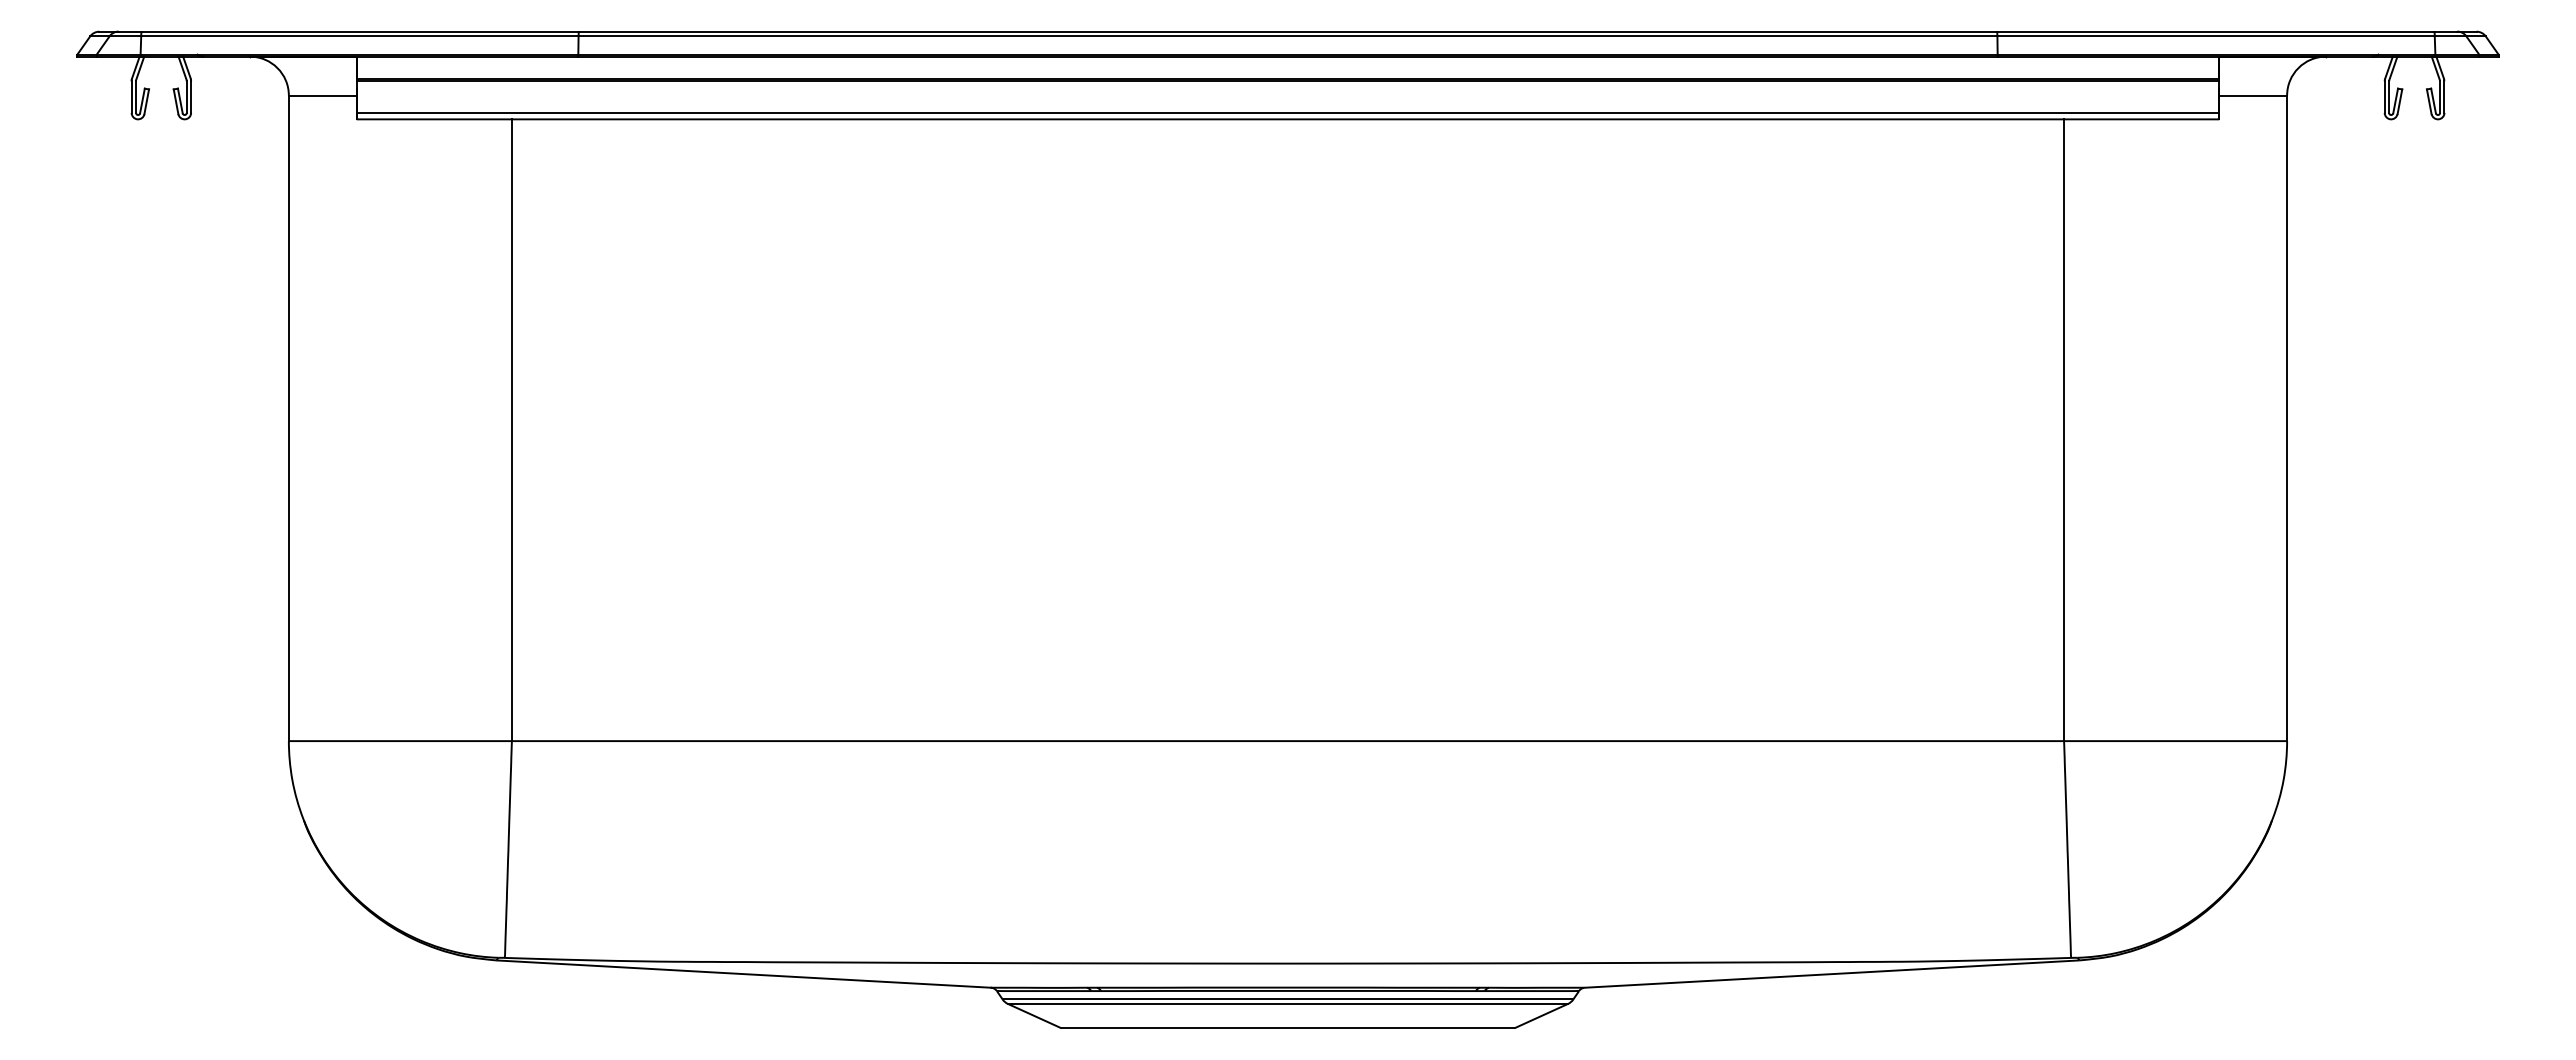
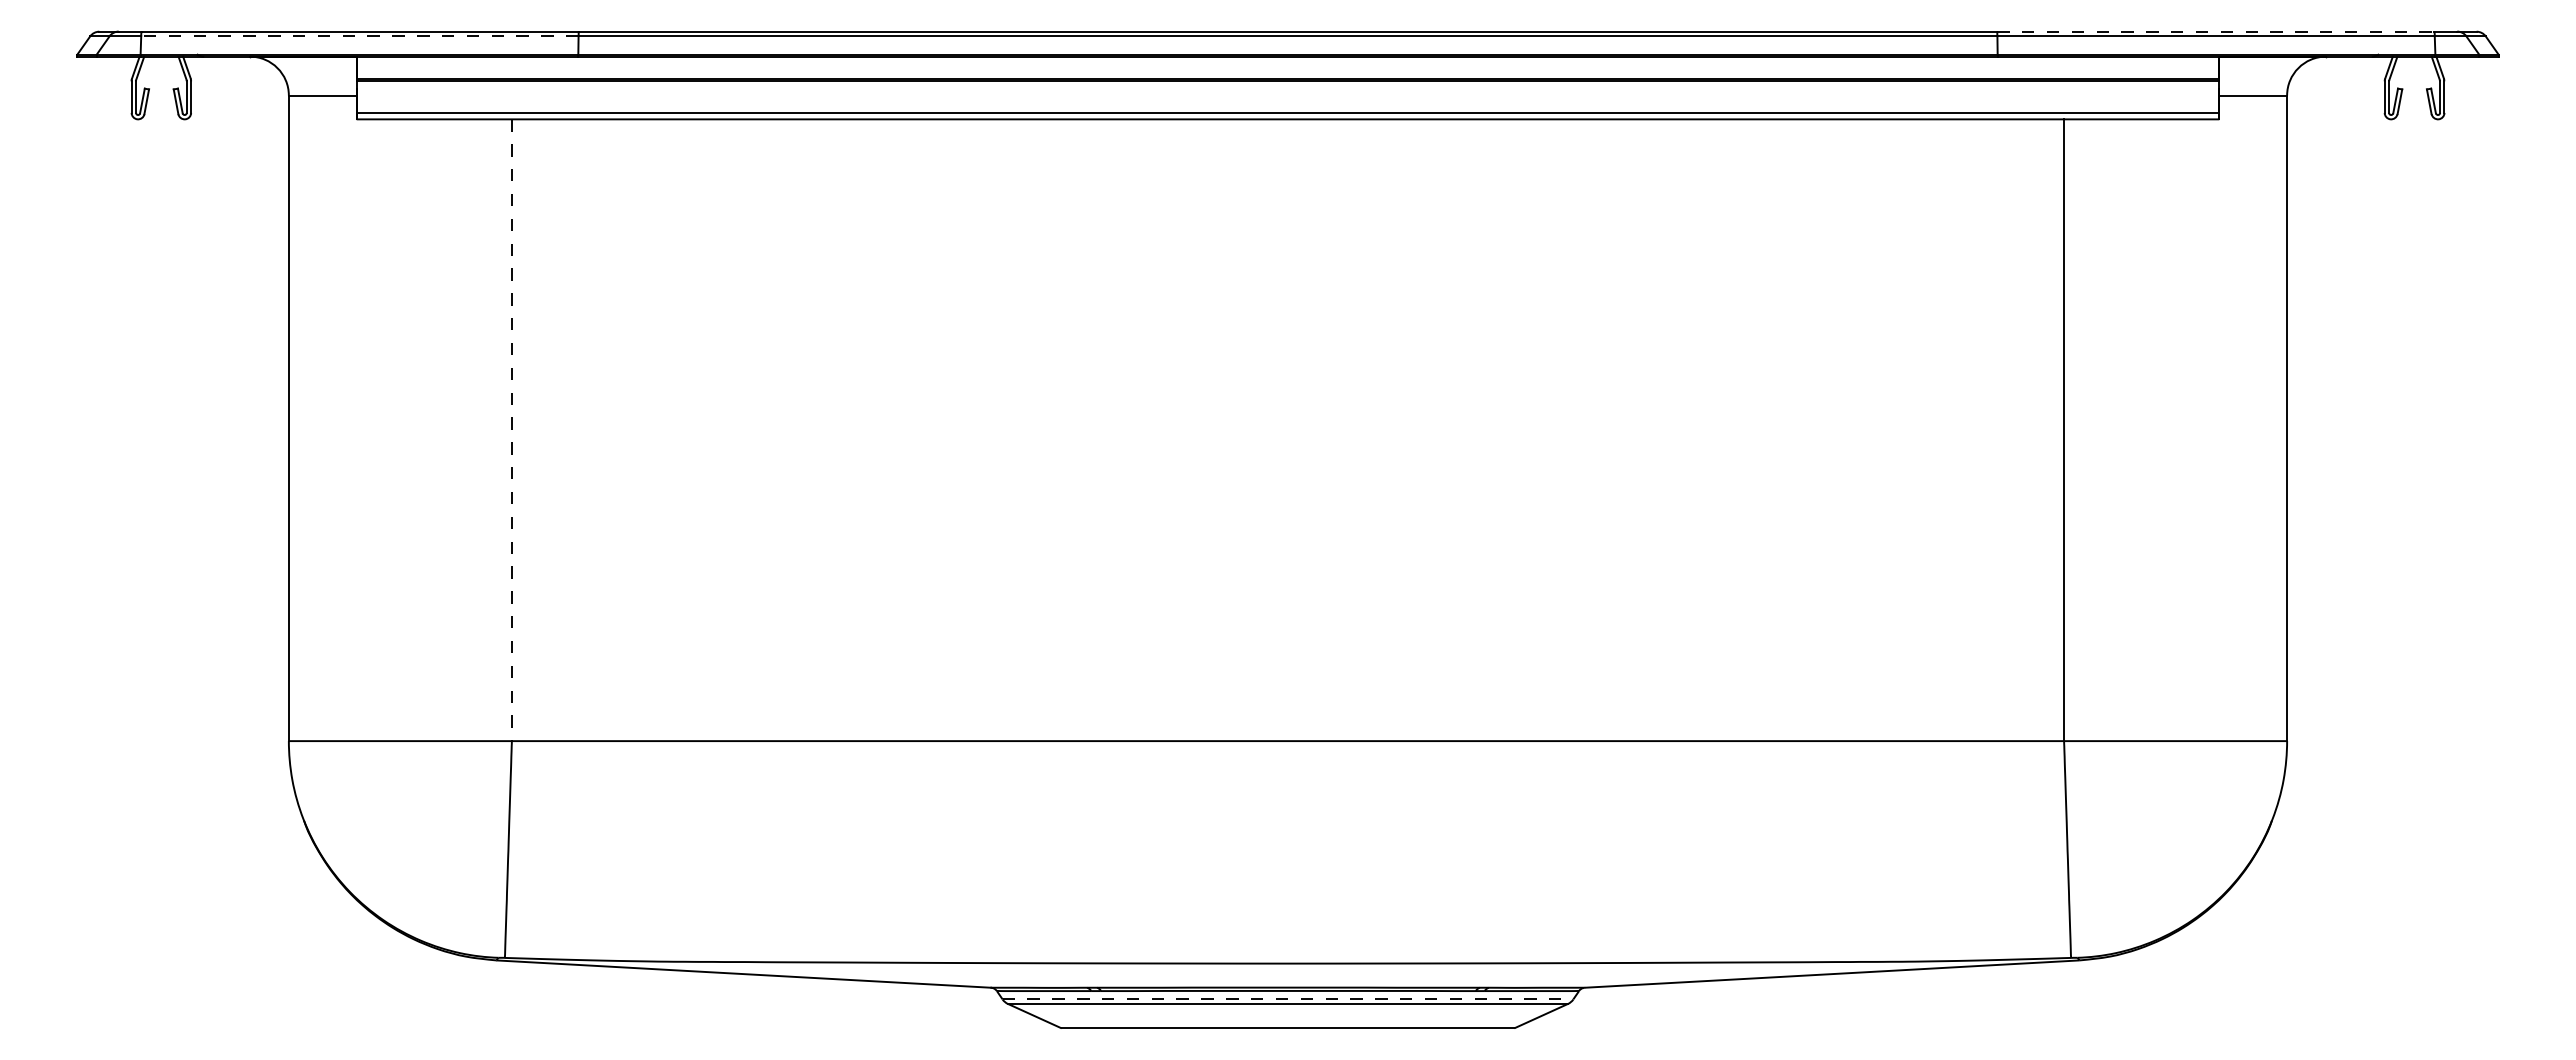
line at (2215, 31): solid -> dashed
line at (359, 36): solid -> dashed
line at (511, 430): solid -> dashed
line at (1288, 999): solid -> dashed
